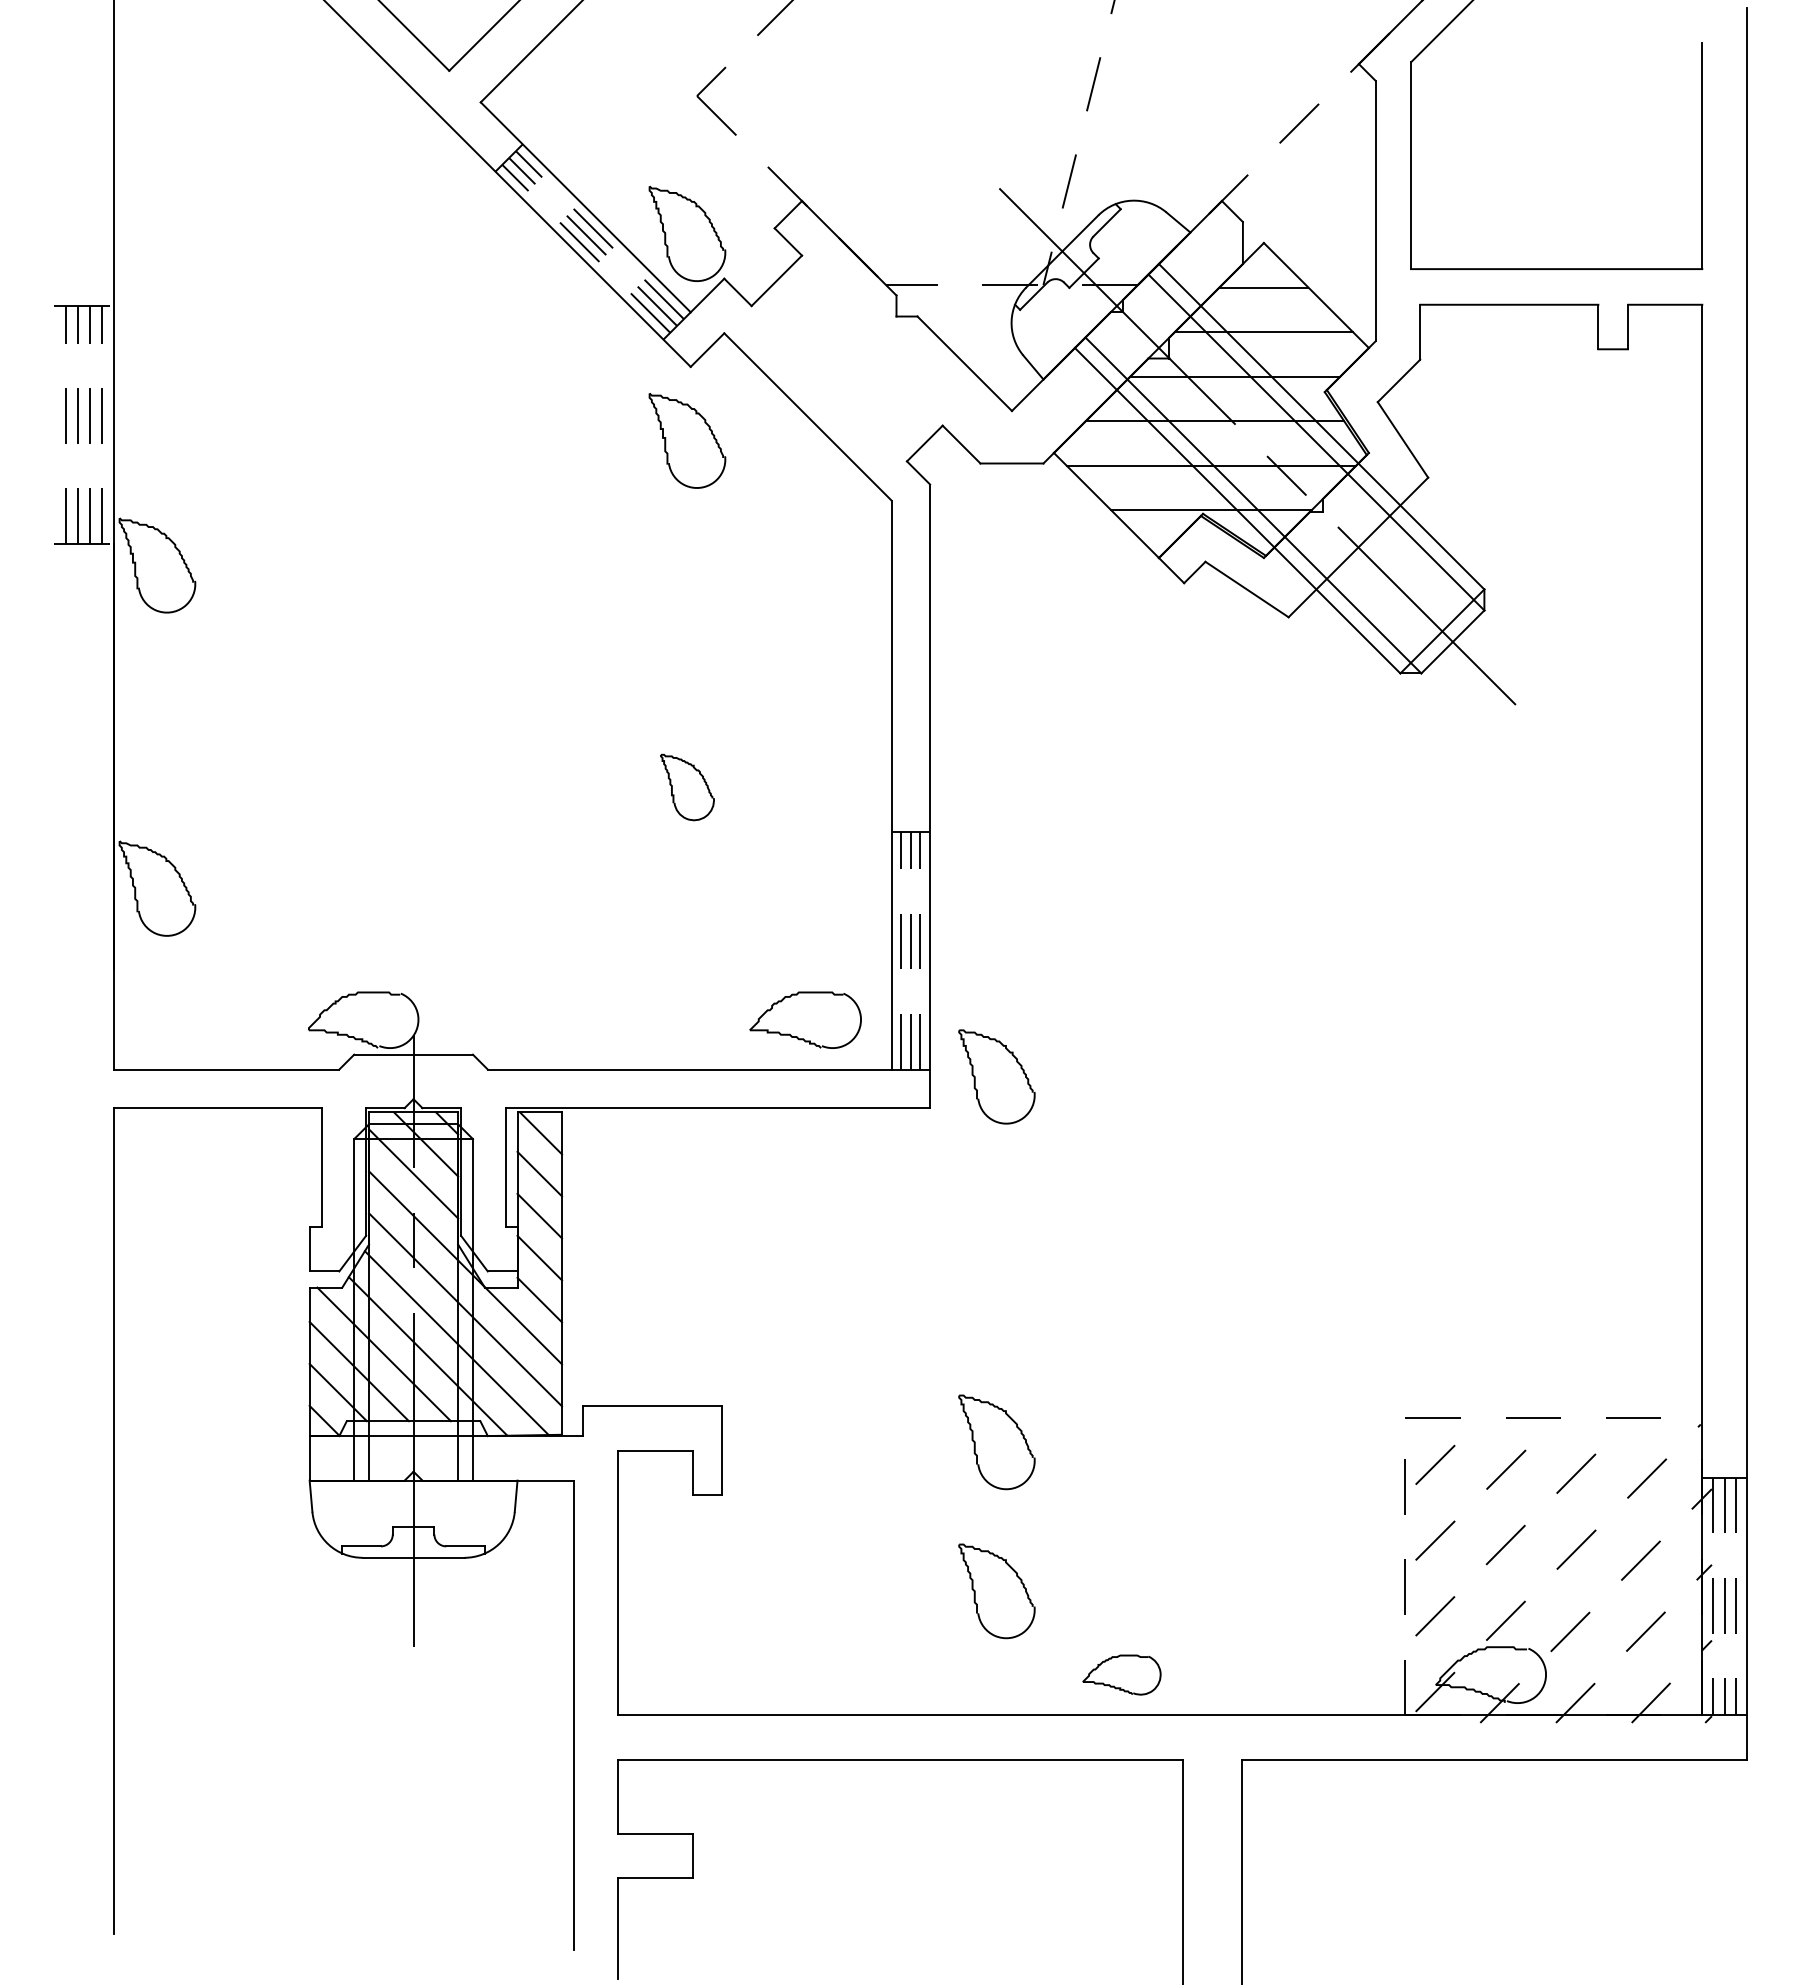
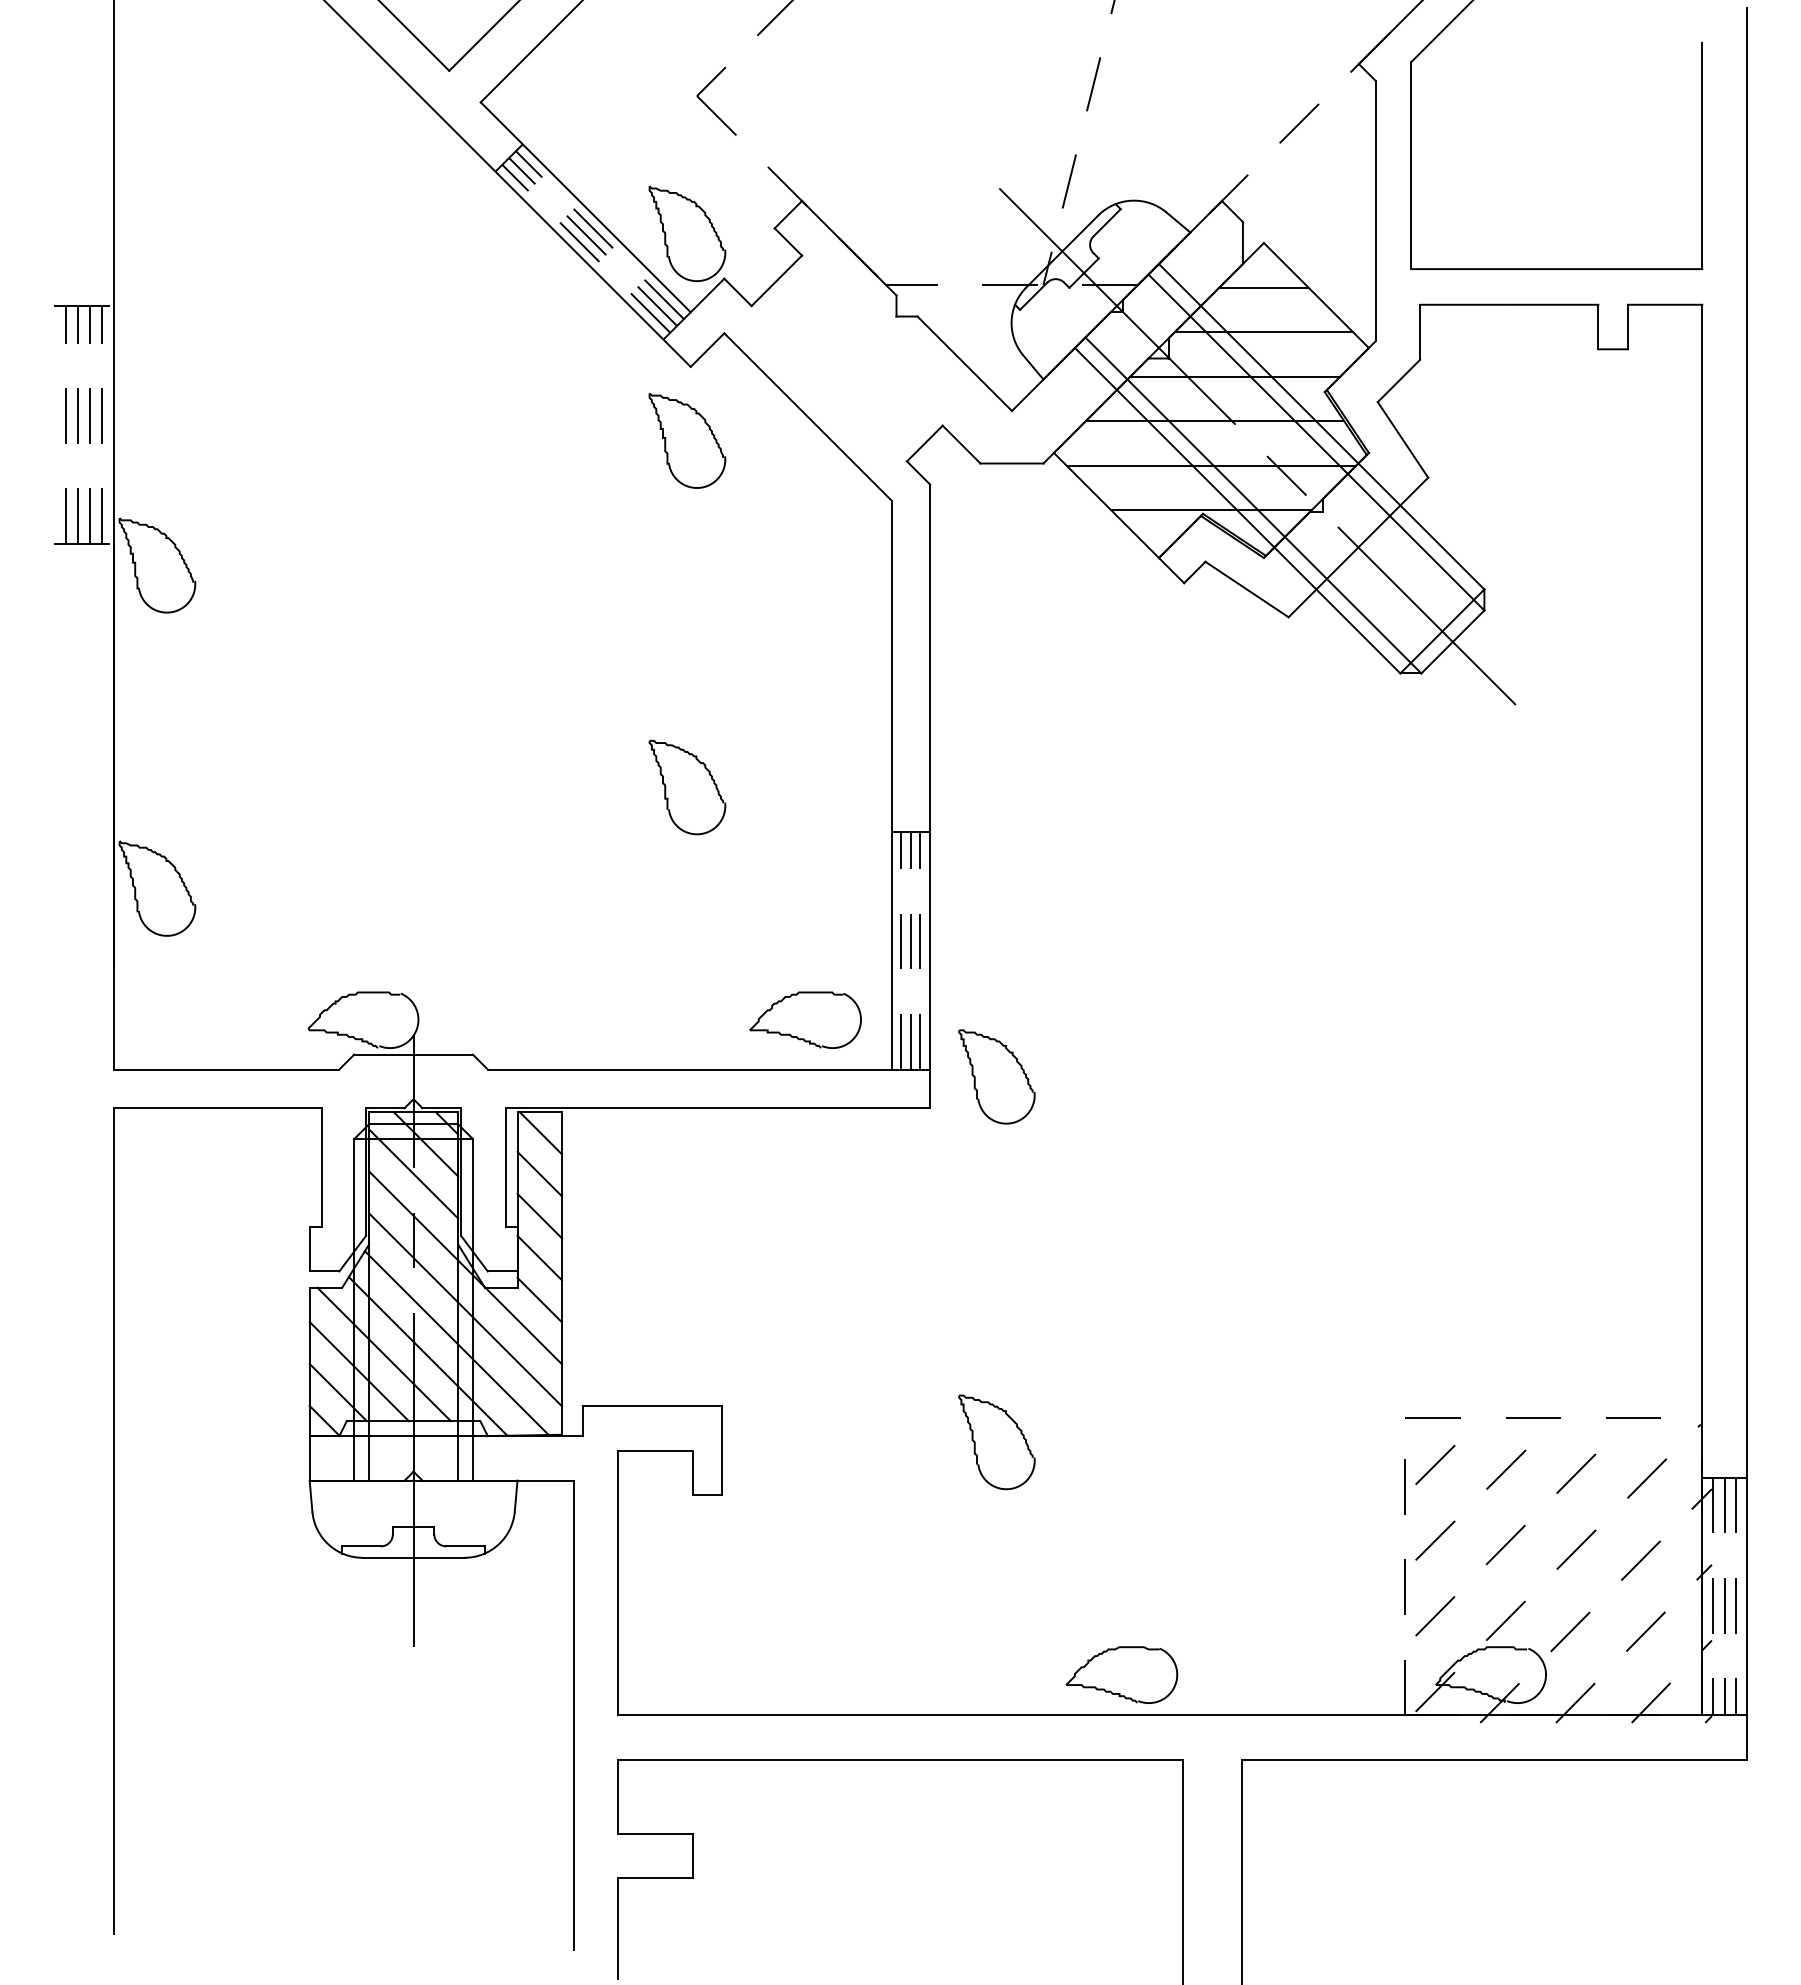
part at (687, 787) size: 55x69 px -> 79x97 px
part at (996, 1591): present -> none
part at (1121, 1674) size: 80x42 px -> 114x58 px
